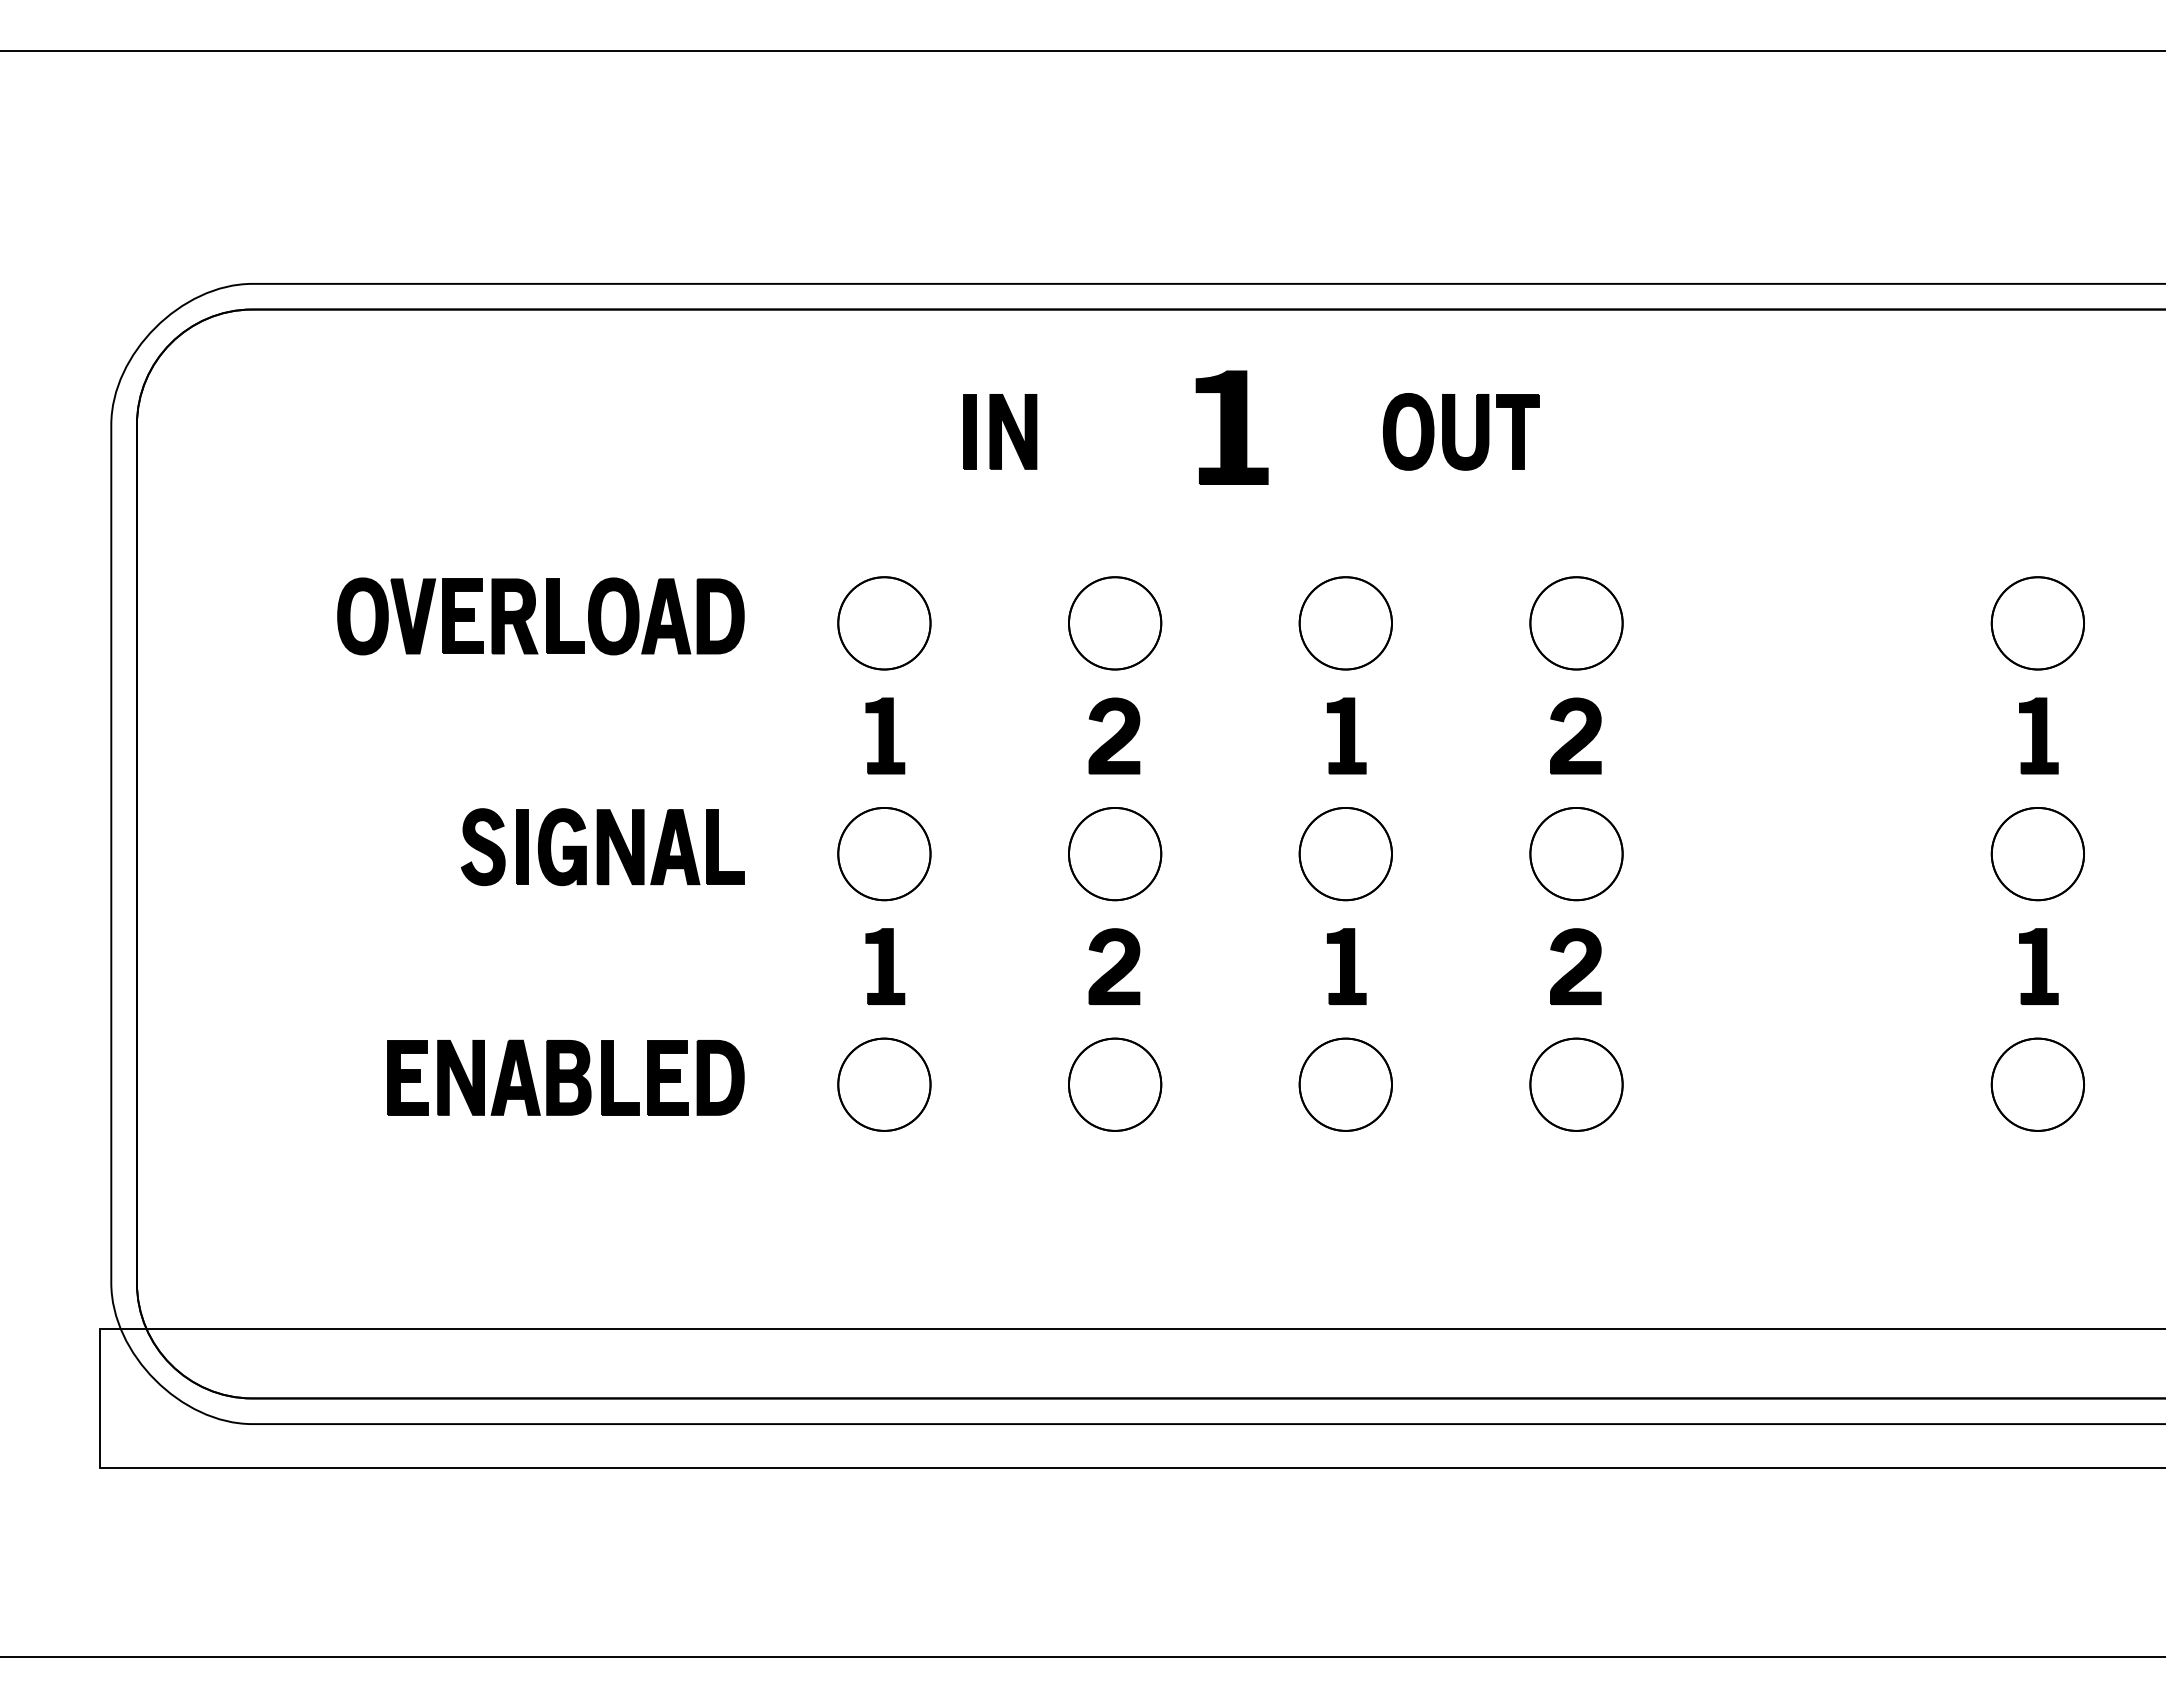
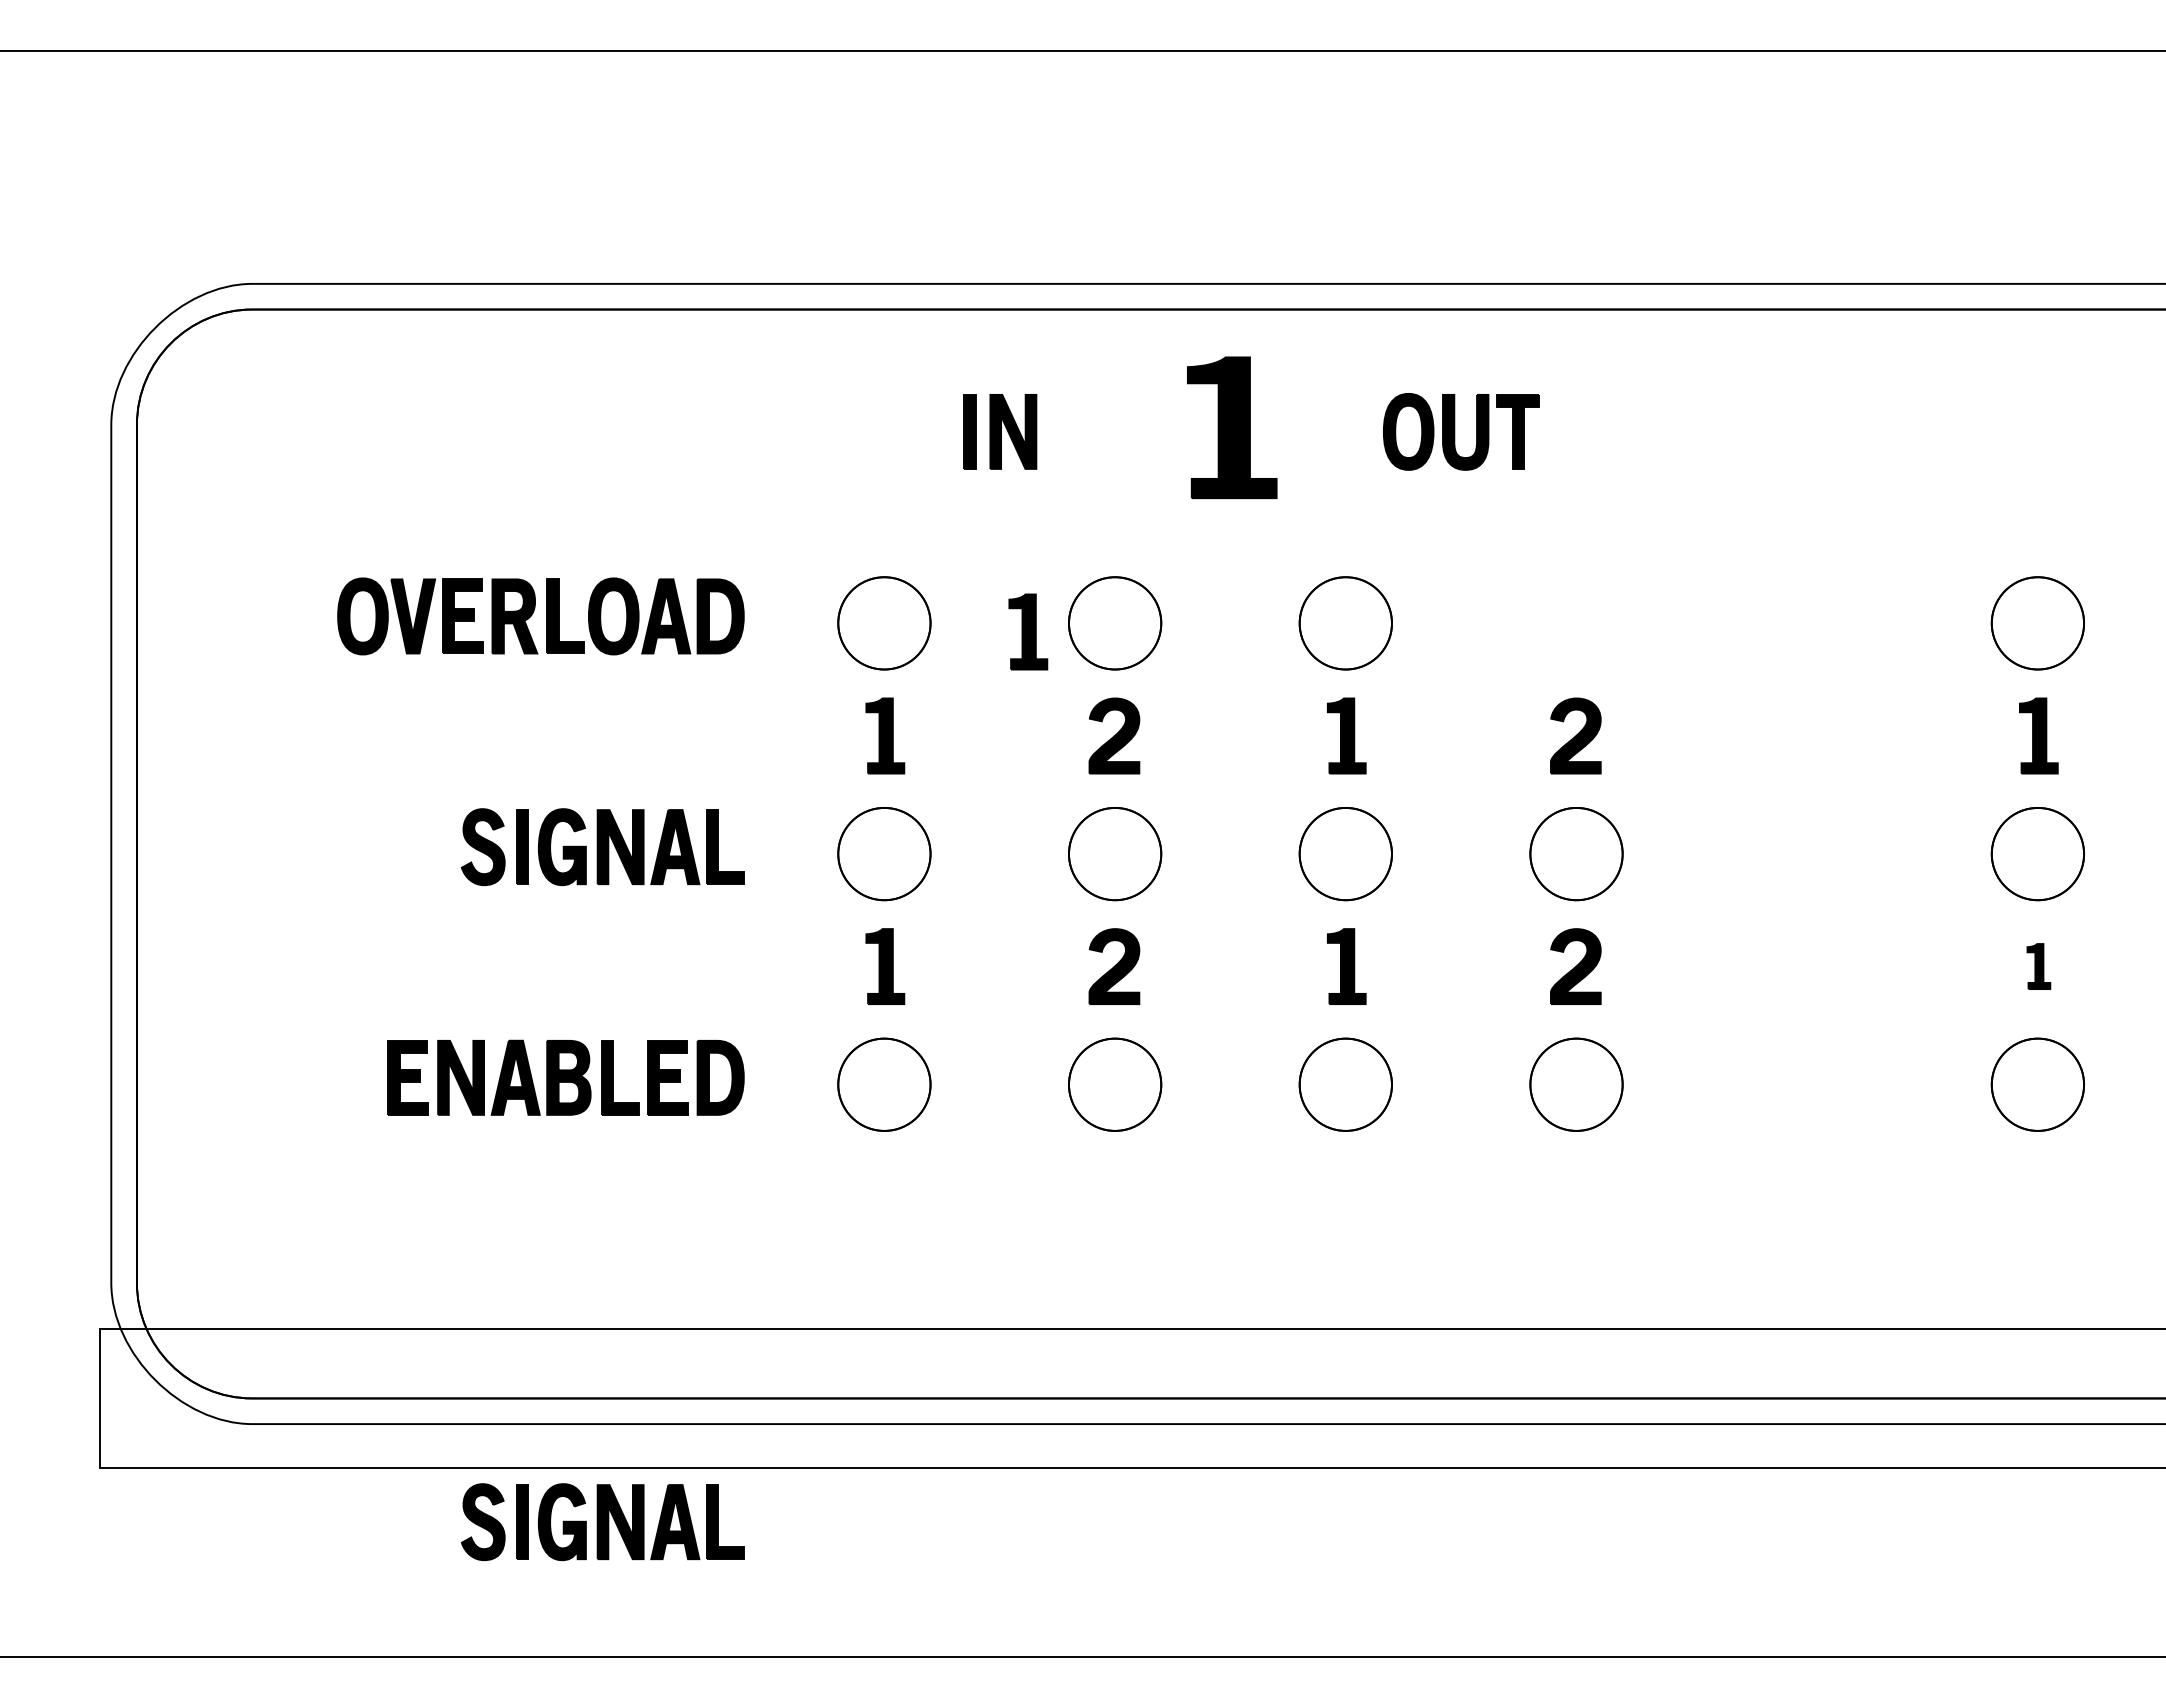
part at (1231, 427) size: 74x115 px -> 91x144 px
part at (1576, 623): present -> none
part at (1028, 631): none -> present
part at (2038, 966) size: 40x77 px -> 26x47 px
part at (602, 1522): none -> present
